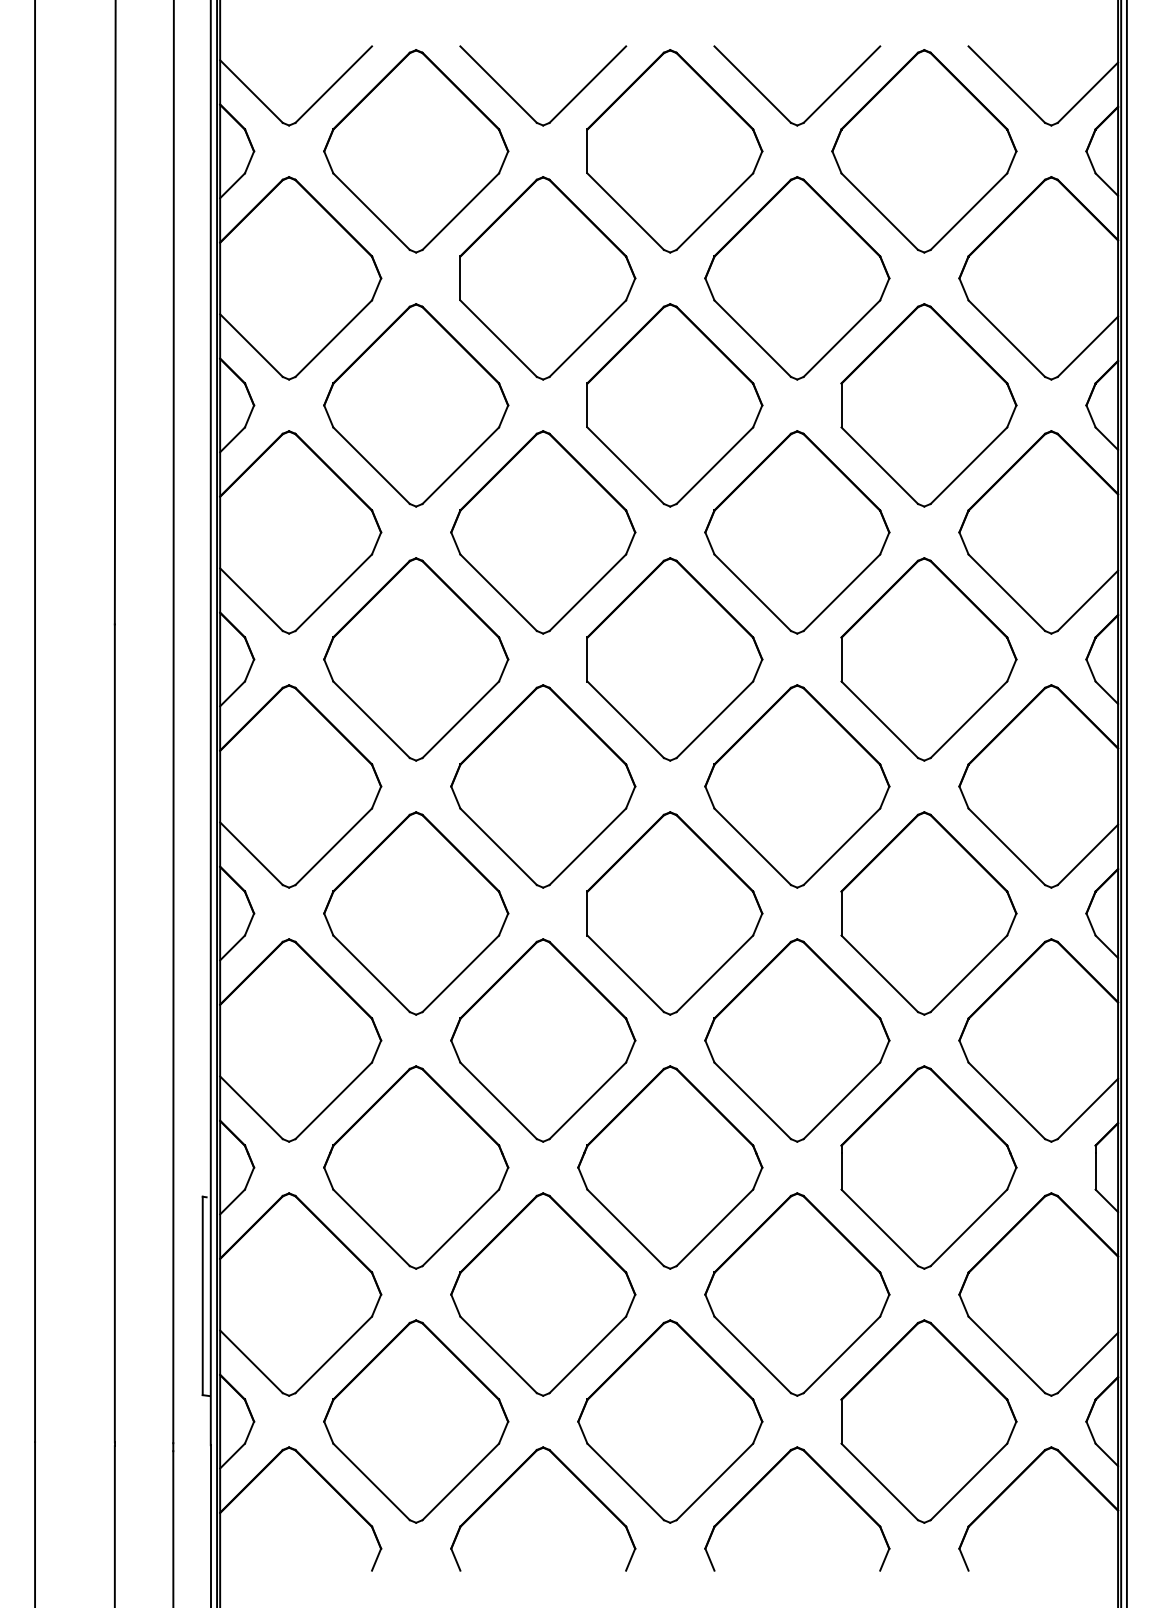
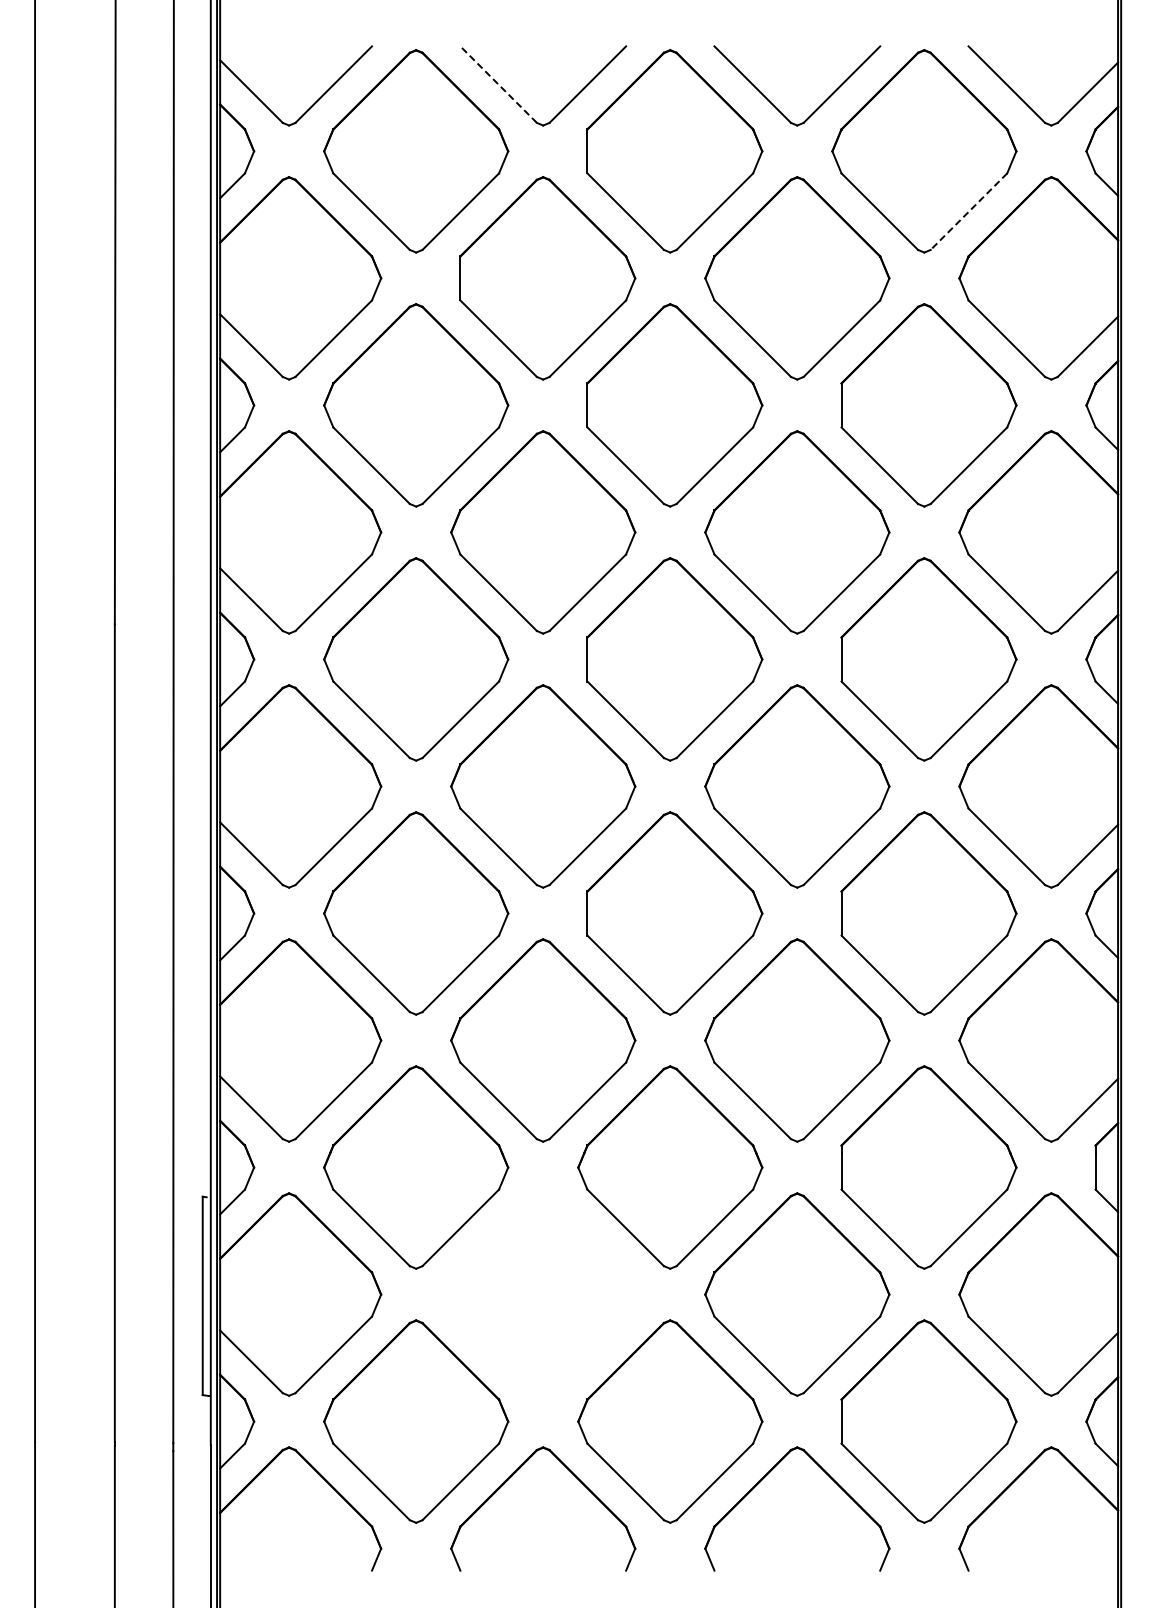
line at (498, 84): solid -> dashed
line at (968, 212): solid -> dashed
line at (1126, 803): present -> none
part at (543, 1294): present -> none
